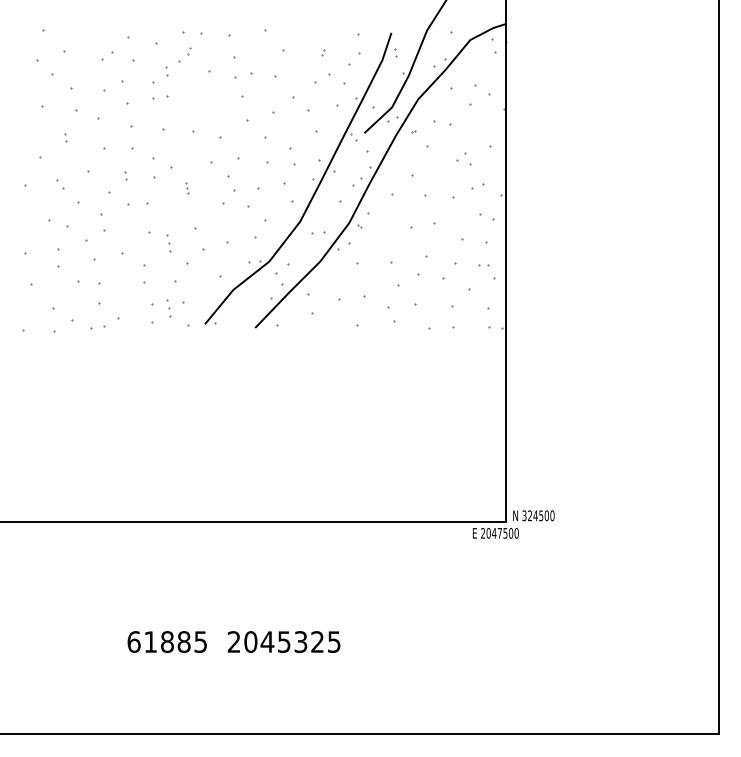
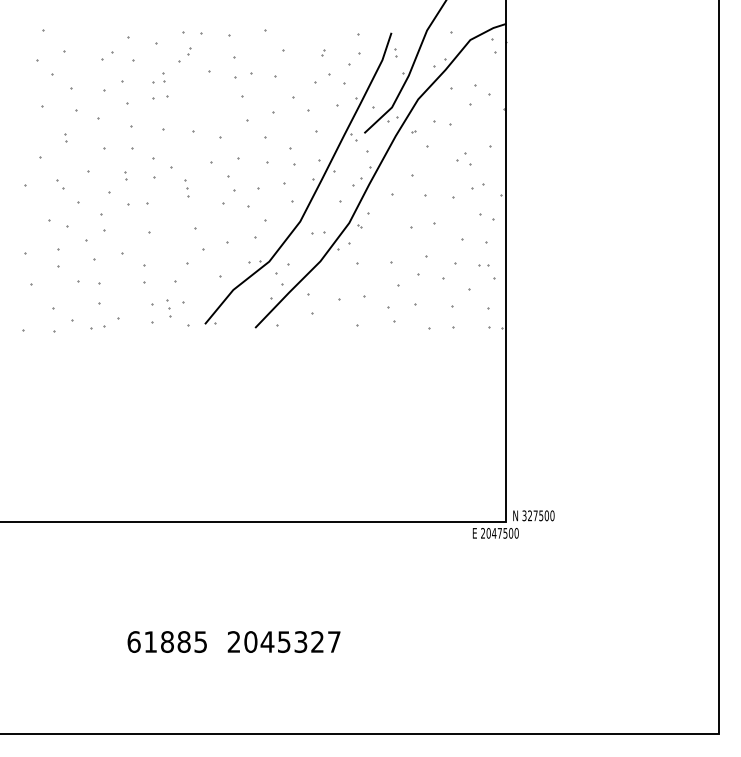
part at (166, 71) position: (166, 71) -> (163, 77)
part at (187, 188) size: 5x13 px -> 6x19 px
part at (168, 243): present -> none
text at (535, 515): 324500 -> 327500
text at (334, 641): 2045325 -> 2045327
